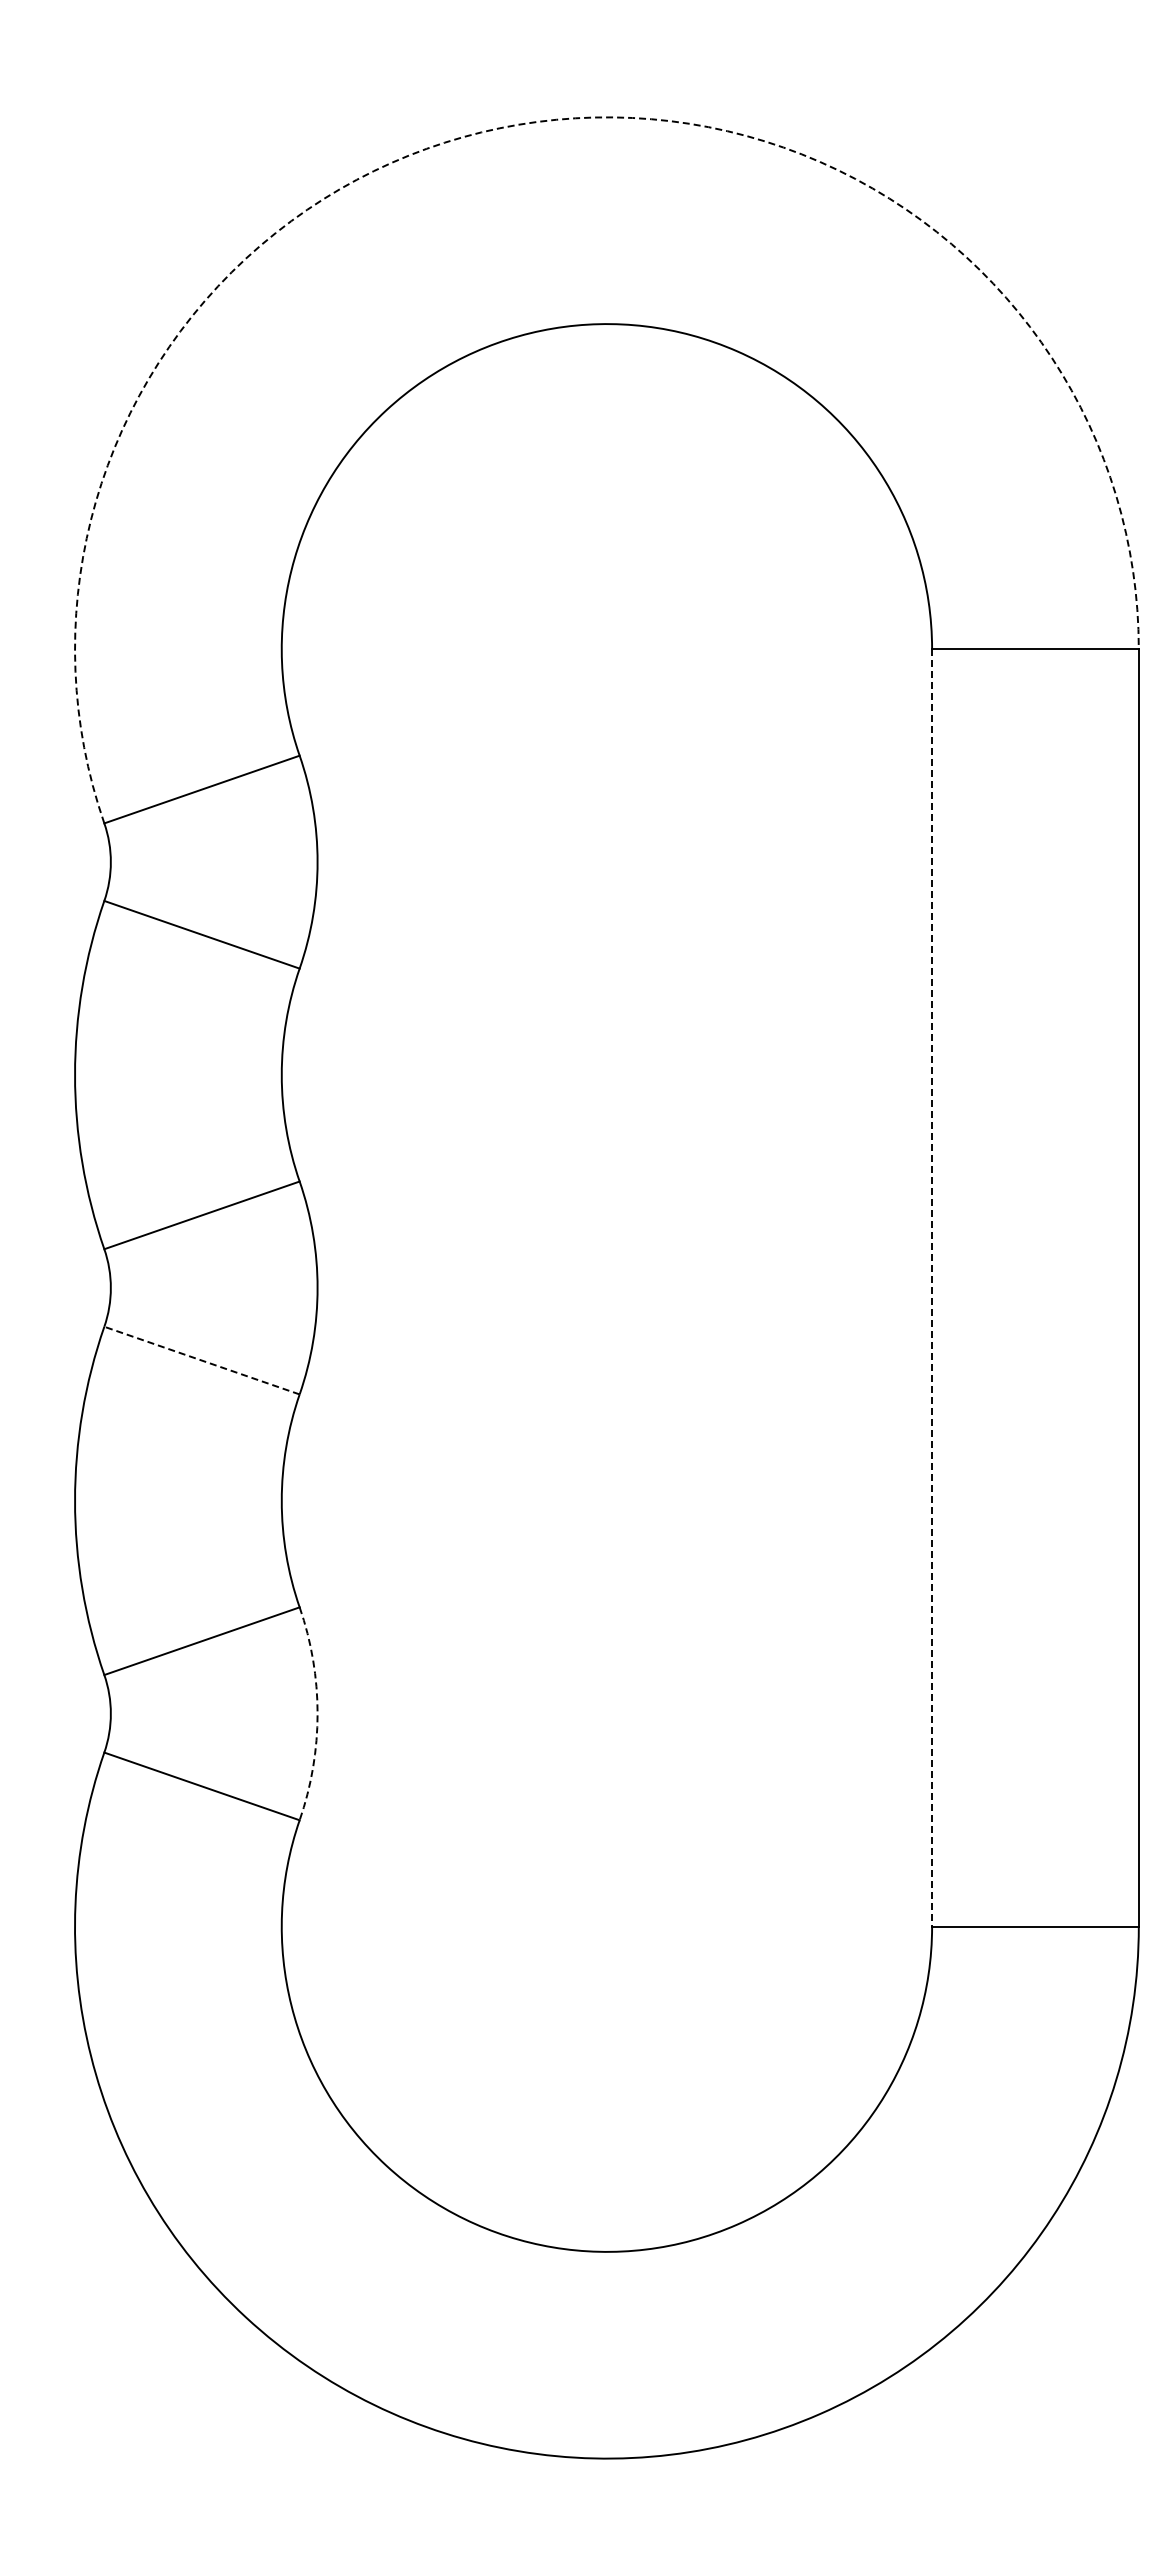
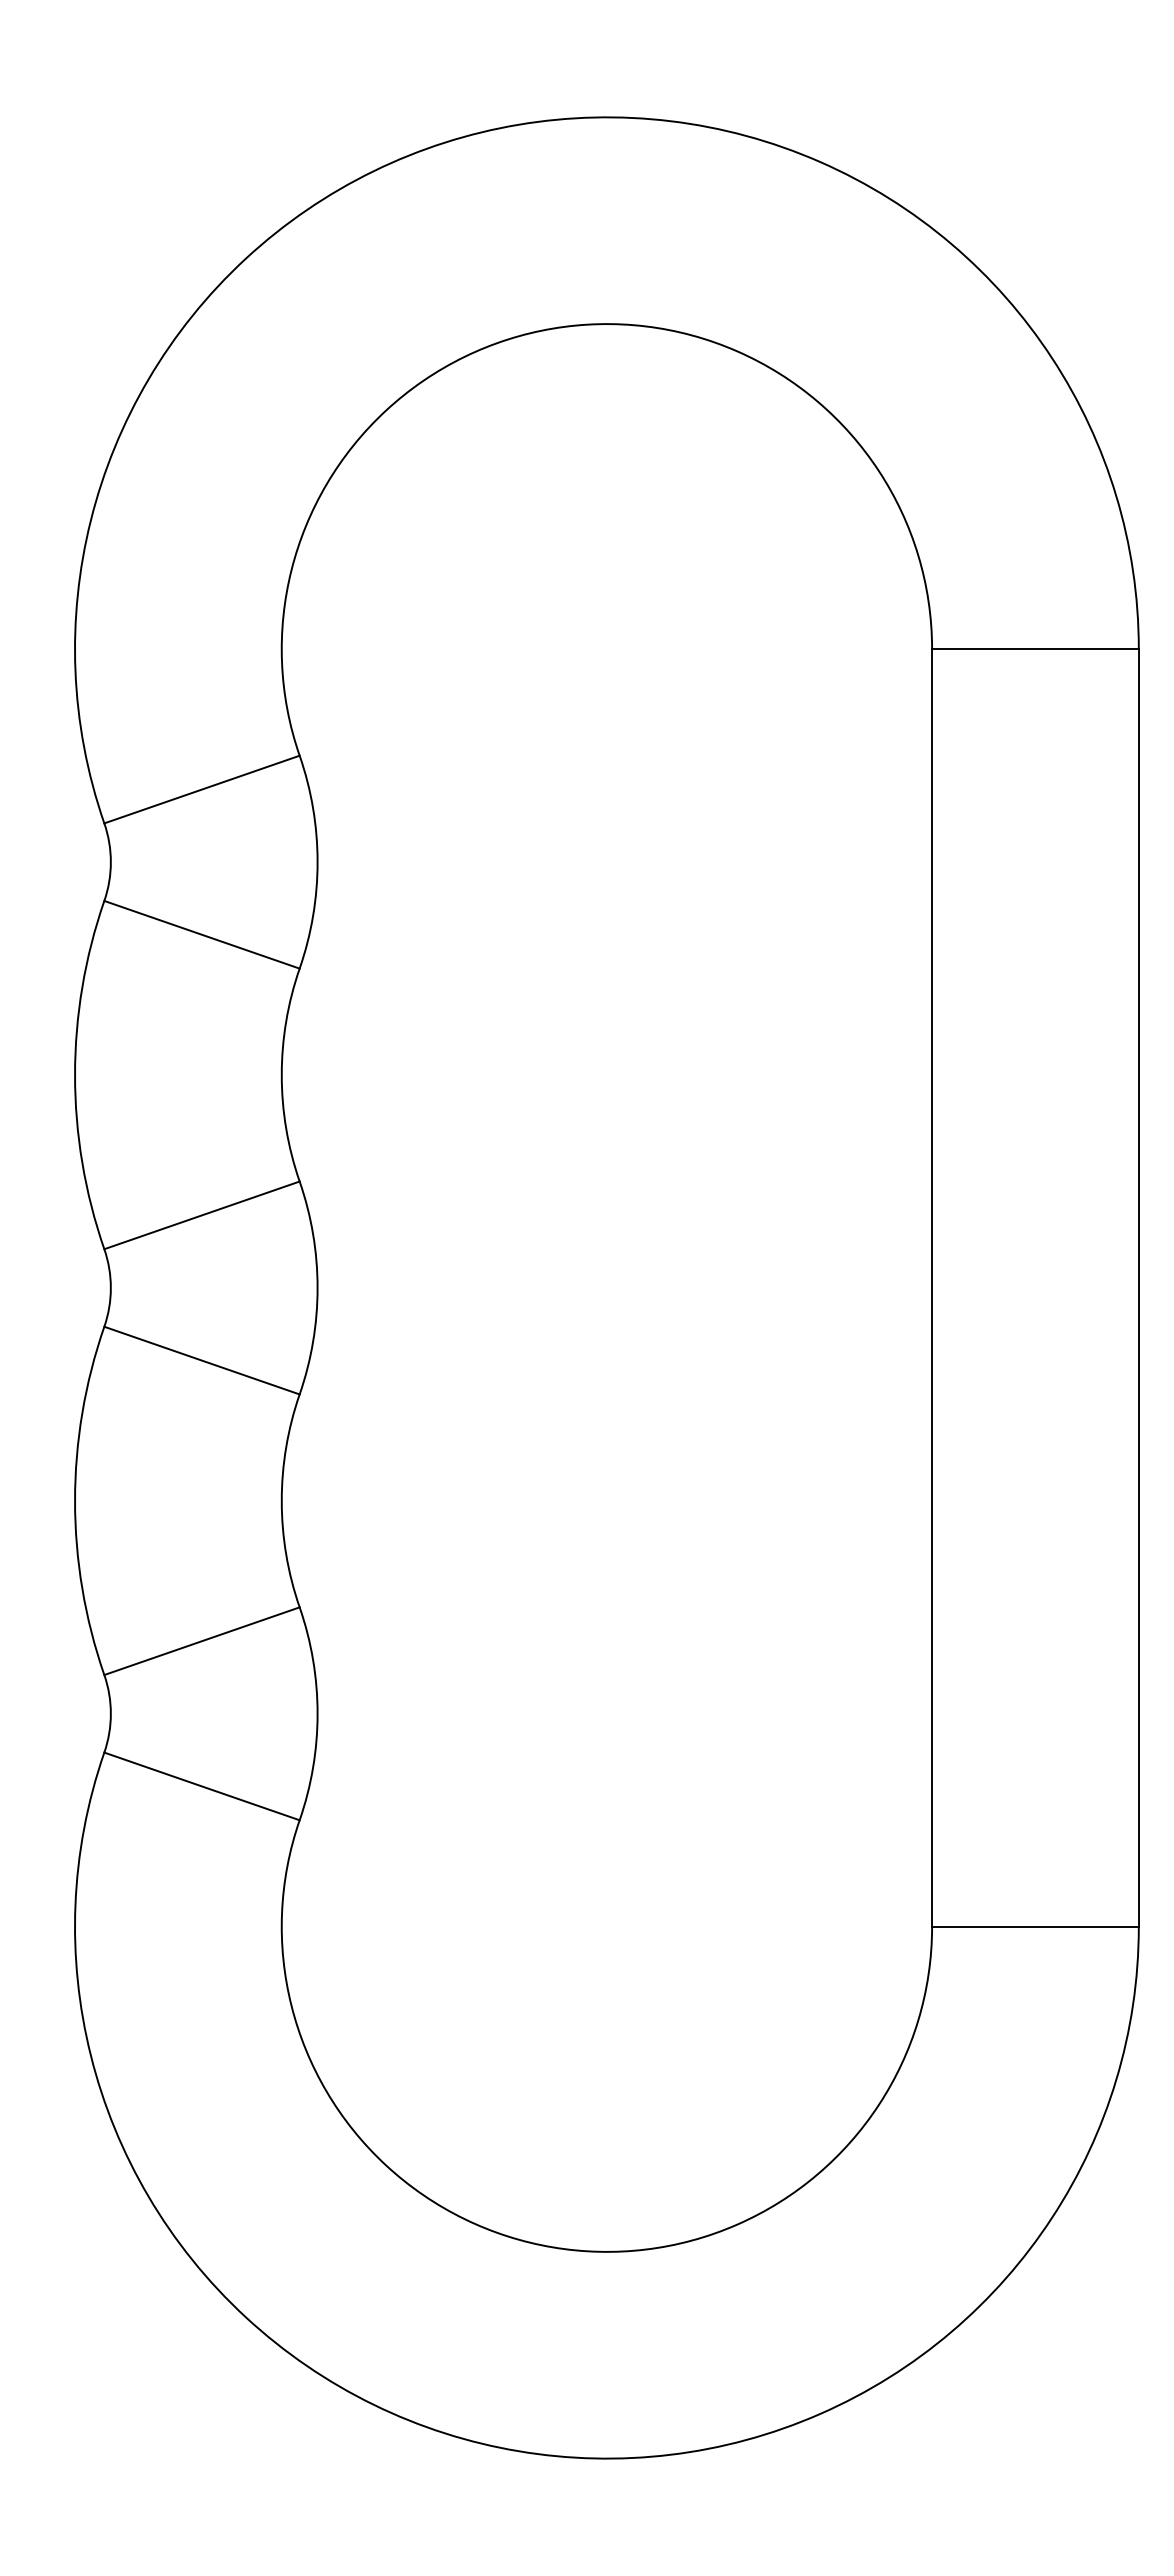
arc at (518, 124): dashed -> solid
line at (932, 1288): dashed -> solid
line at (201, 1360): dashed -> solid
arc at (317, 1713): dashed -> solid
